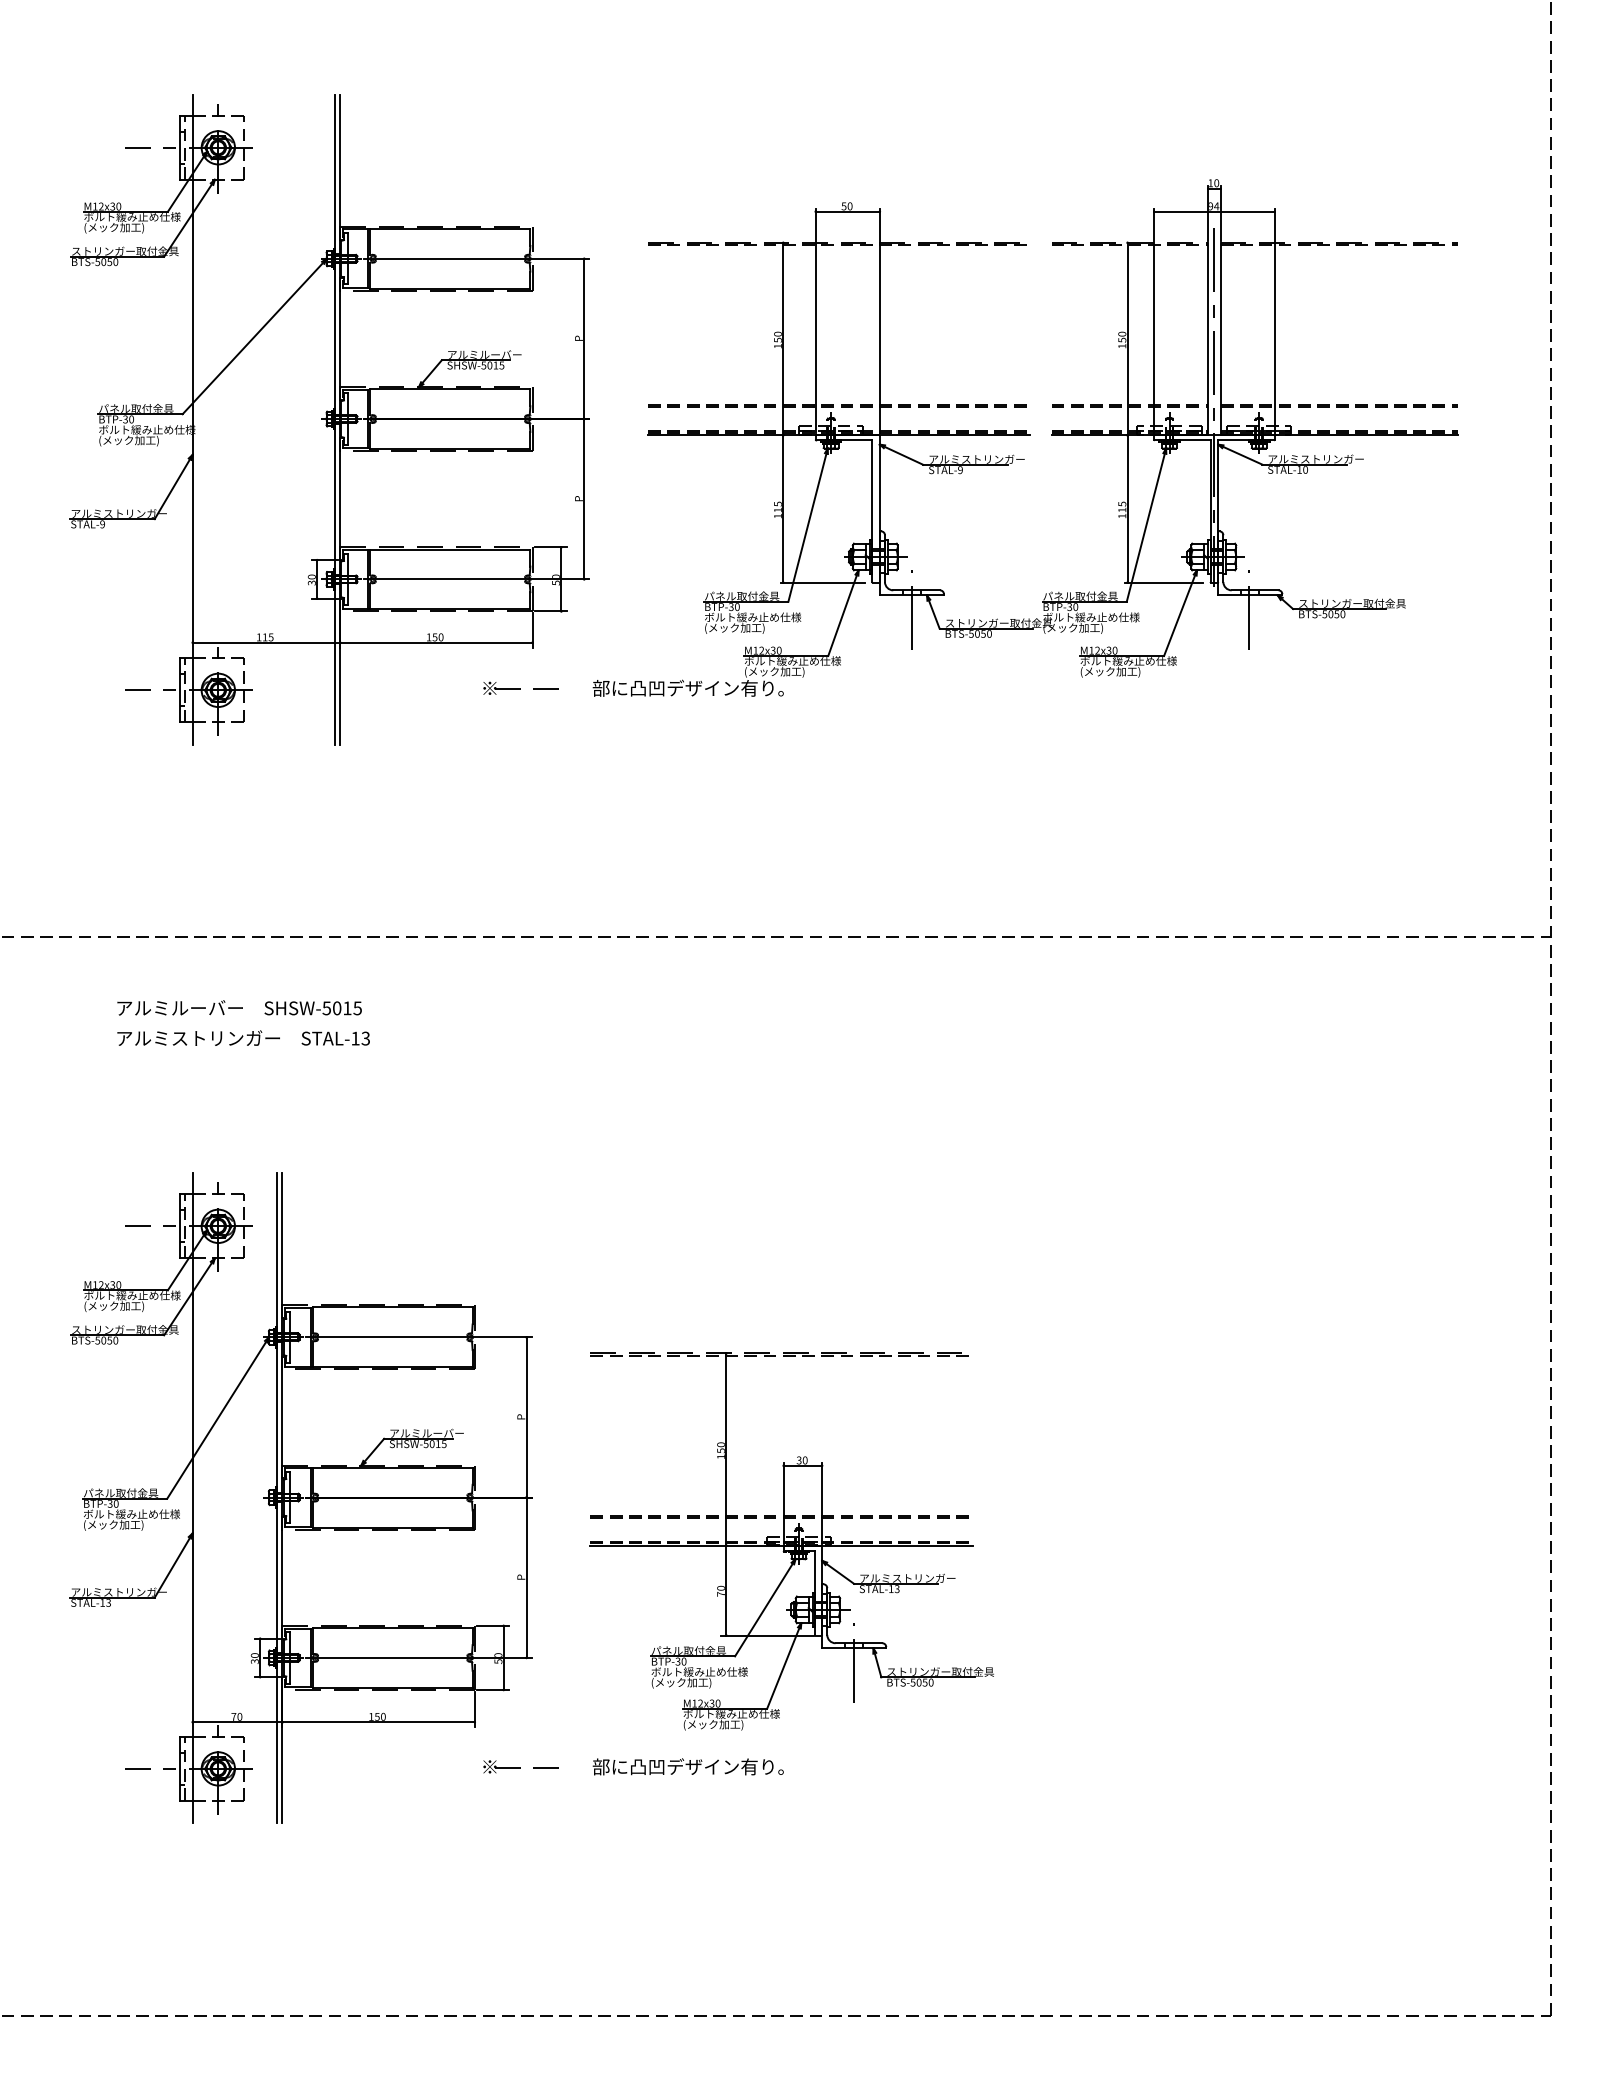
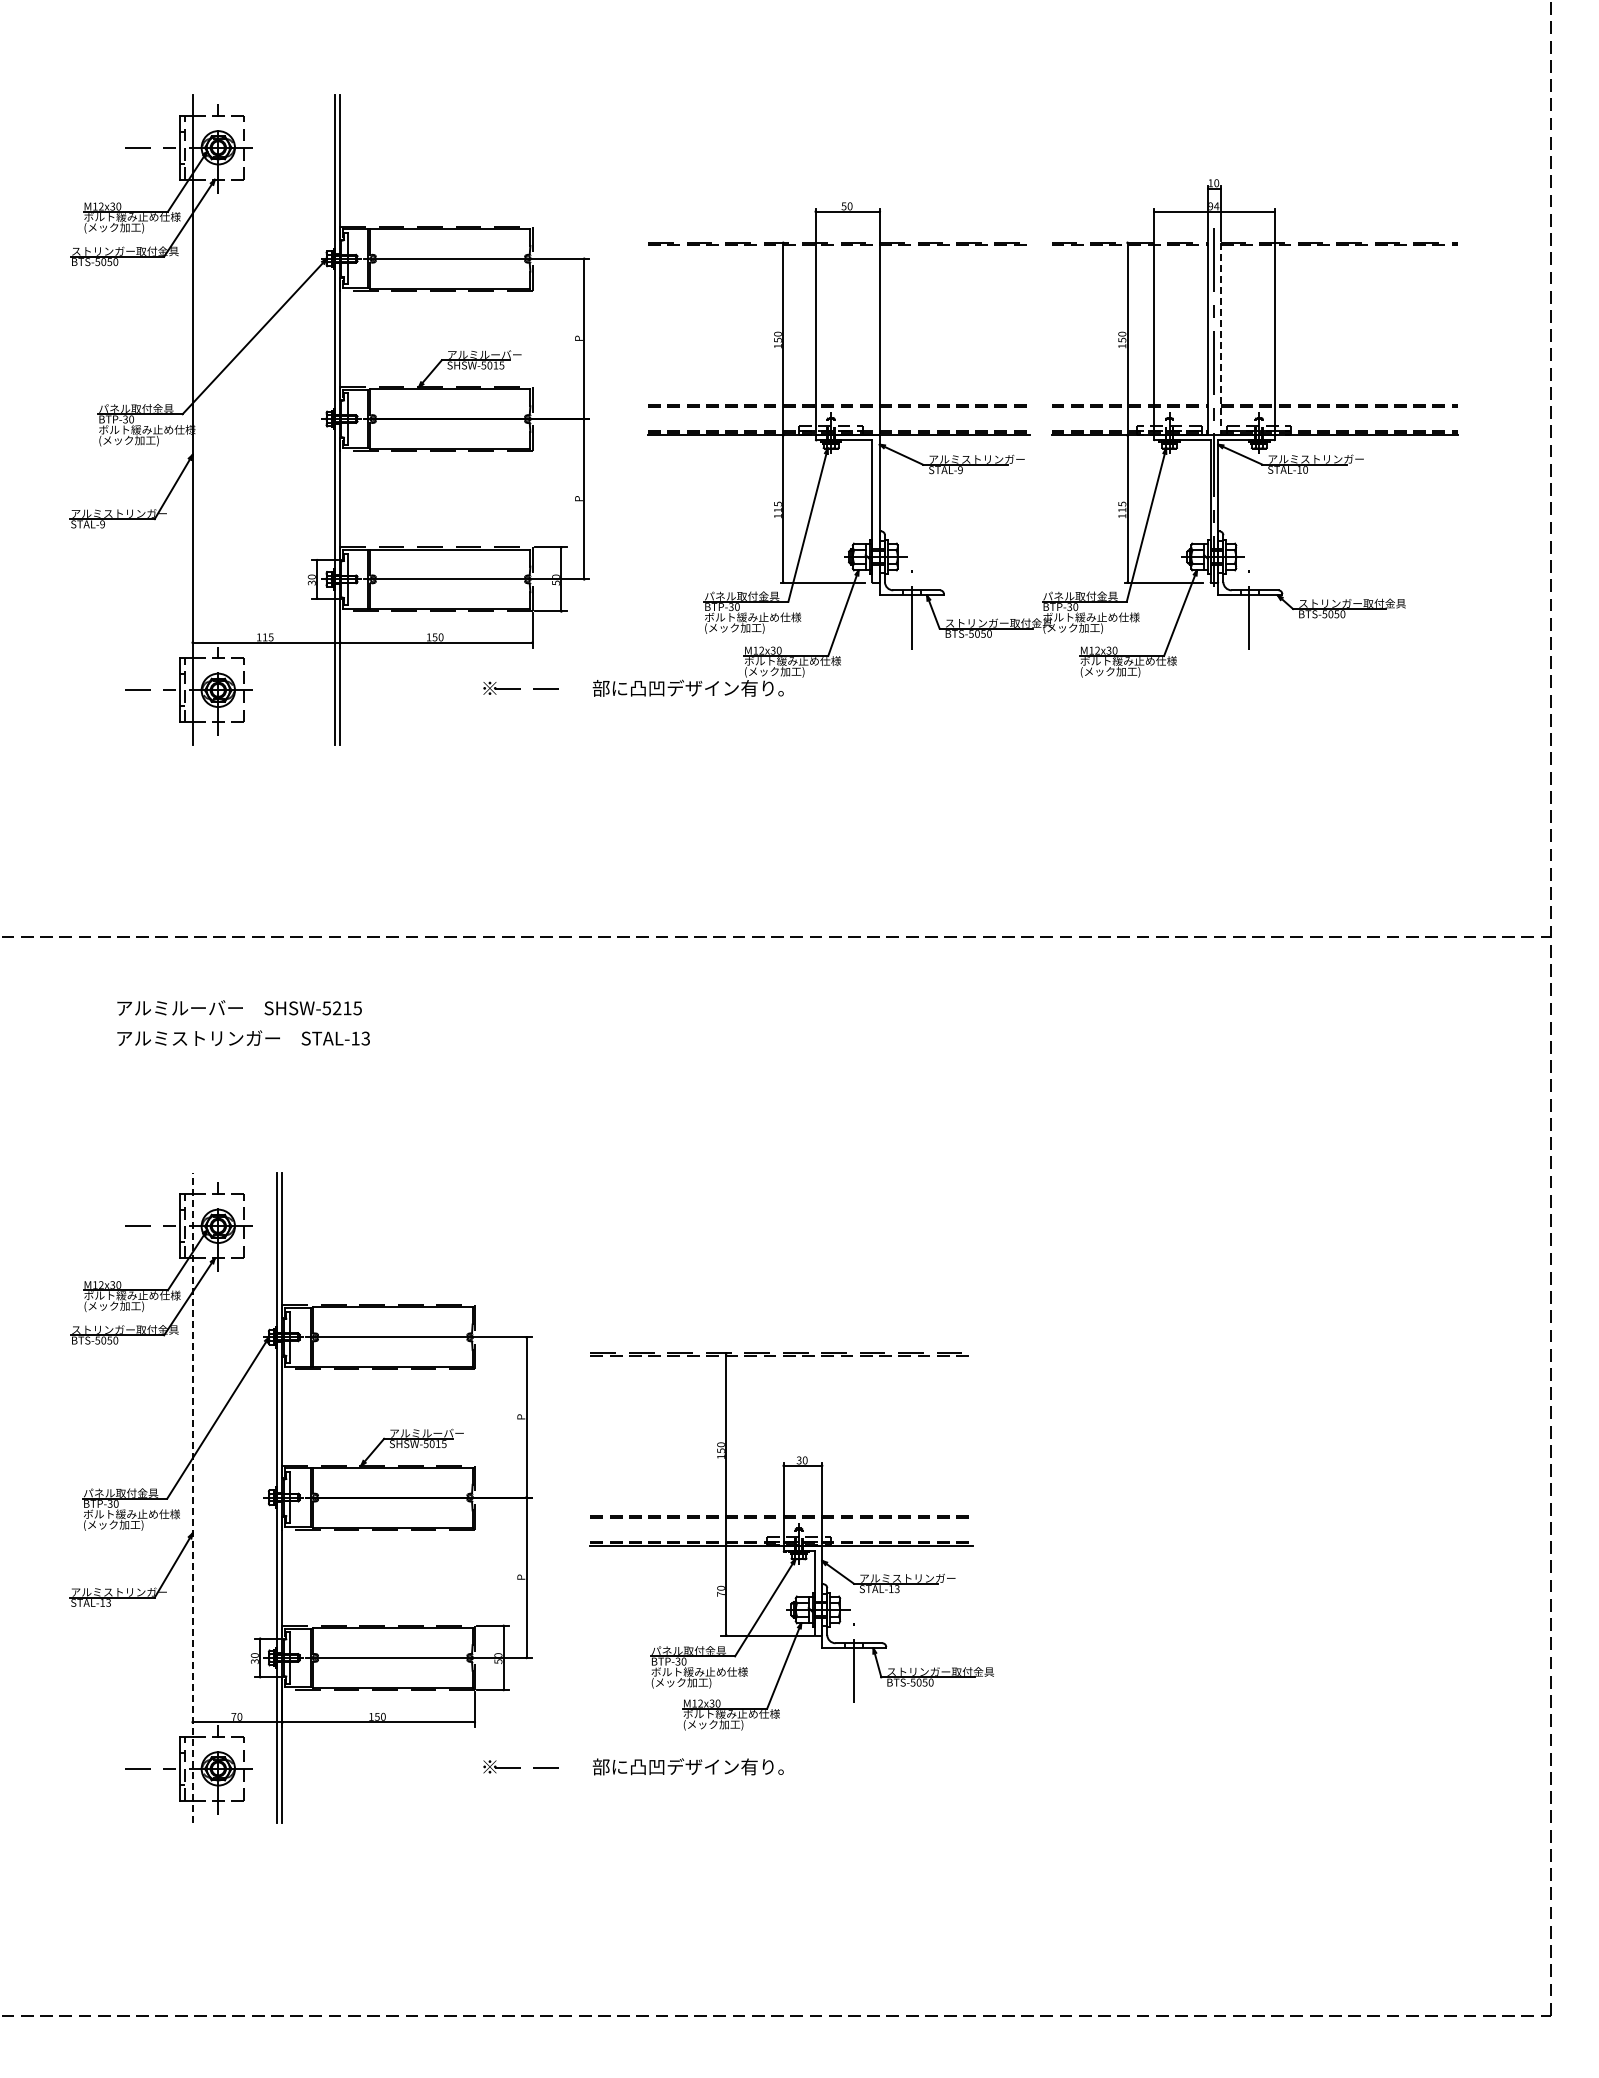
line at (1220, 339): solid -> dashed
text at (336, 1008): SHSW-5015 -> SHSW-5215
line at (192, 1497): solid -> dashed
